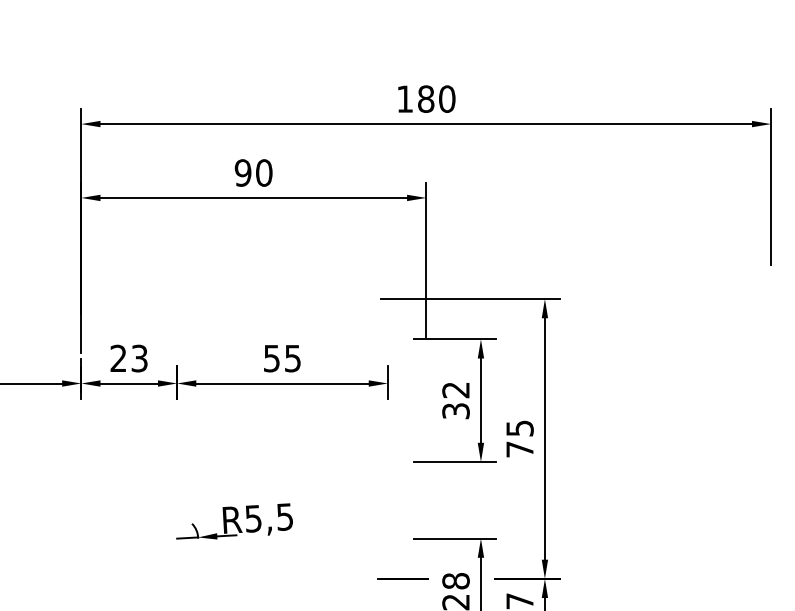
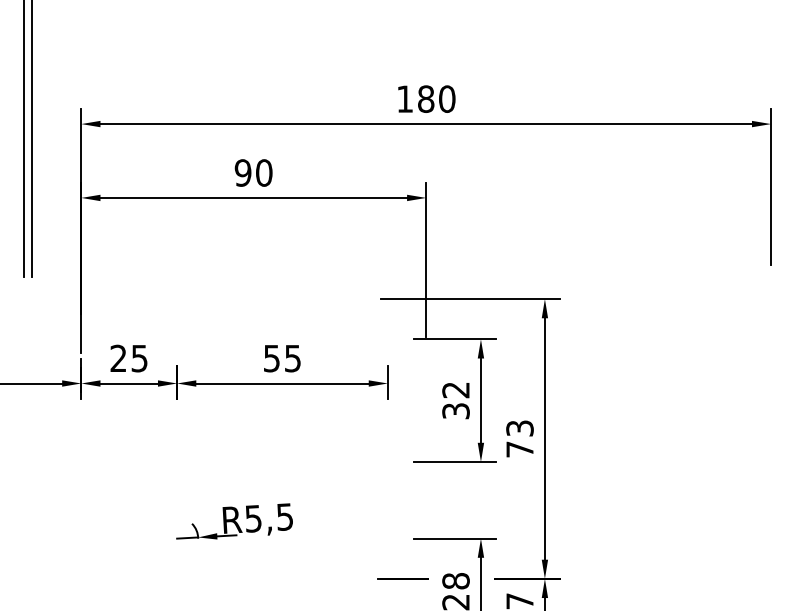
line at (23, 139): none -> present
line at (31, 139): none -> present
text at (139, 357): 23 -> 25
text at (519, 427): 75 -> 73
